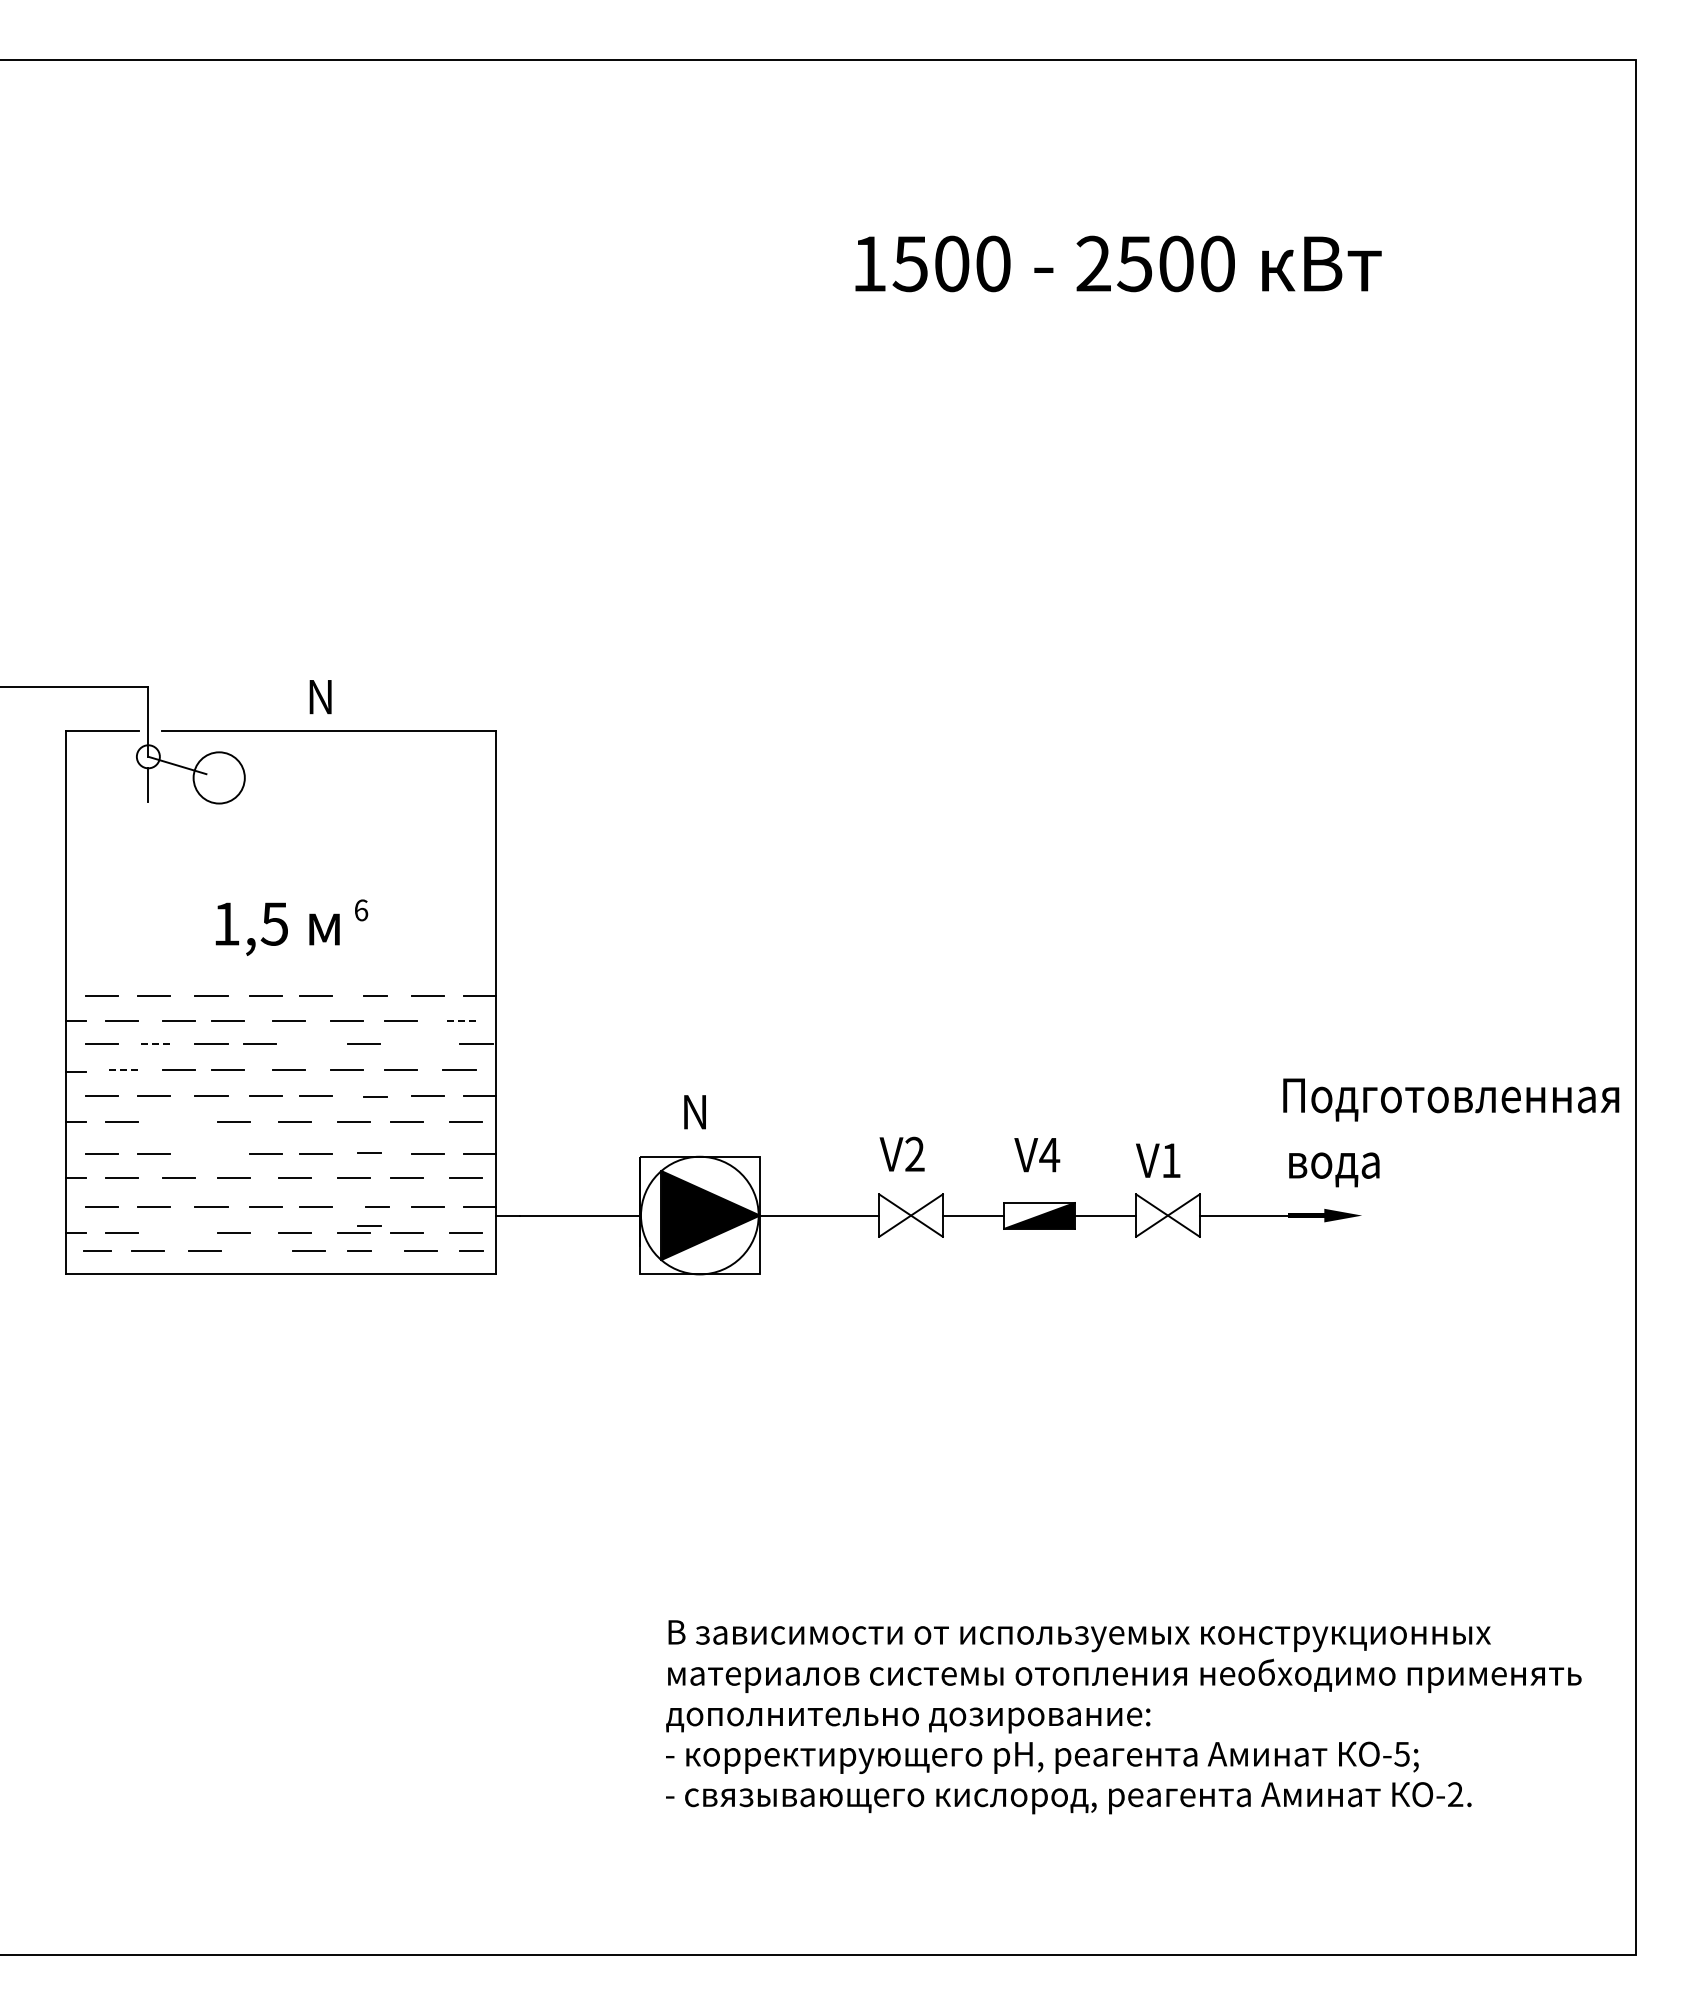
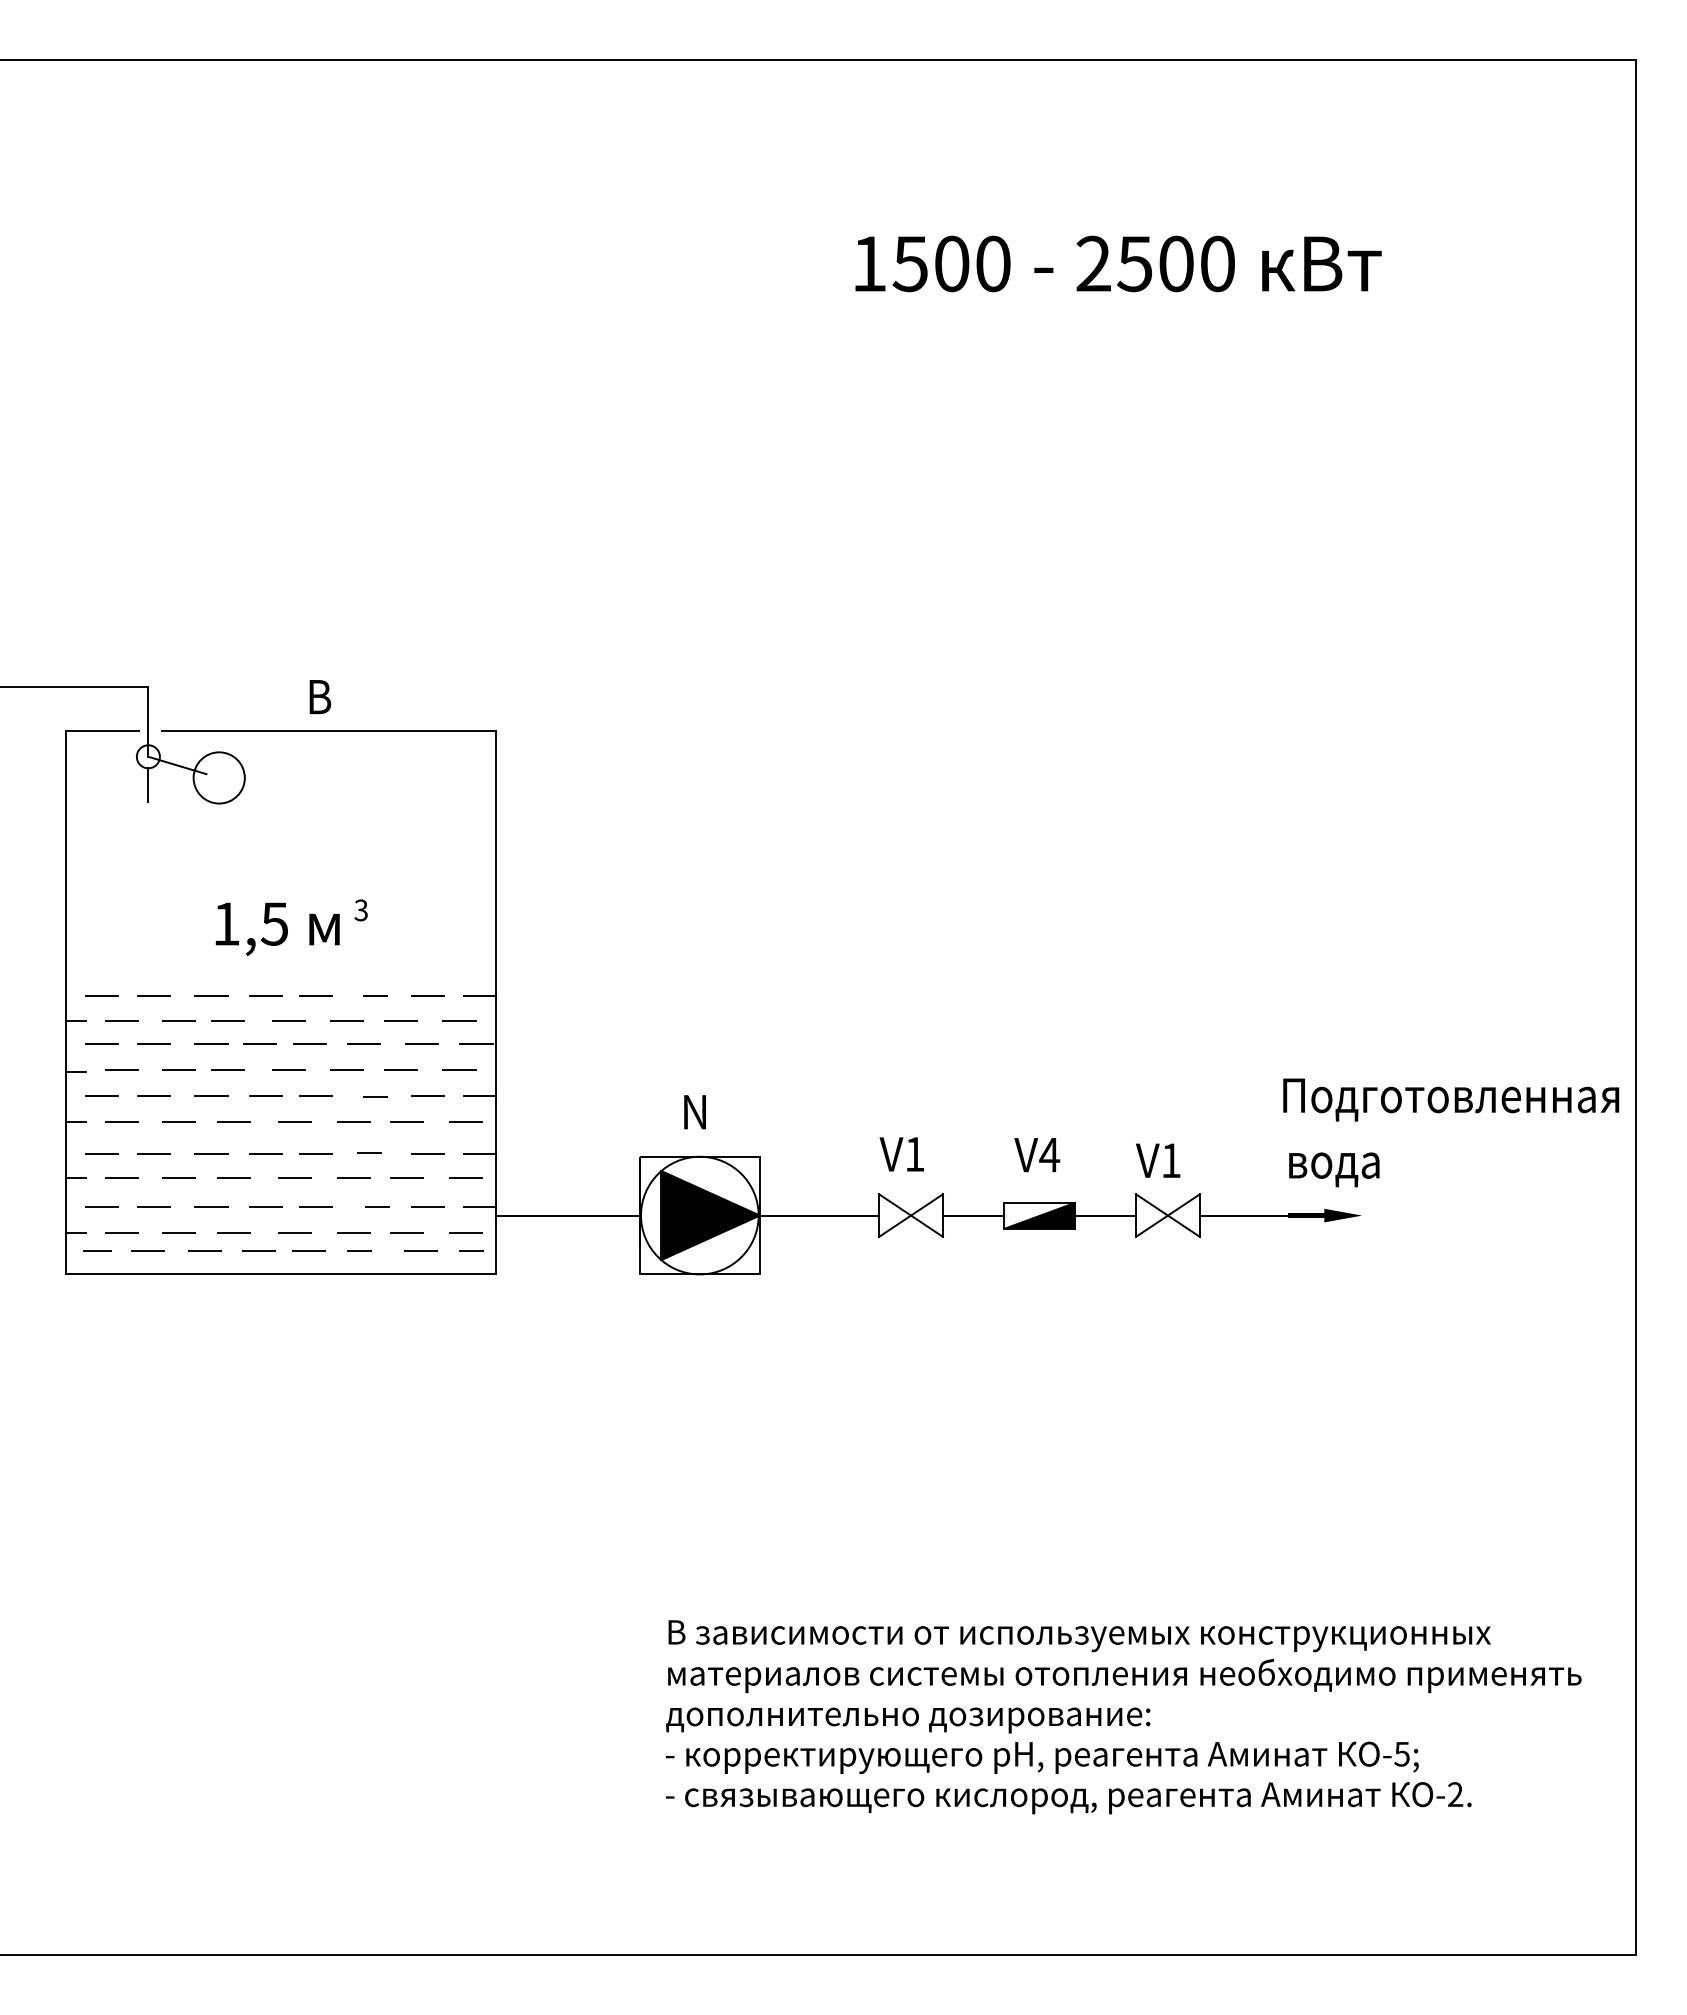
text at (322, 697): N -> В
text at (361, 910): 6 -> 3
line at (459, 1021): dashed -> solid
line at (153, 1044): dashed -> solid
line at (309, 1044): none -> present
line at (421, 1044): none -> present
line at (121, 1069): dashed -> solid
line at (179, 1121): none -> present
line at (211, 1153): none -> present
text at (914, 1153): V2 -> V1
line at (369, 1225): present -> none
line at (178, 1232): none -> present
line at (259, 1251): none -> present
